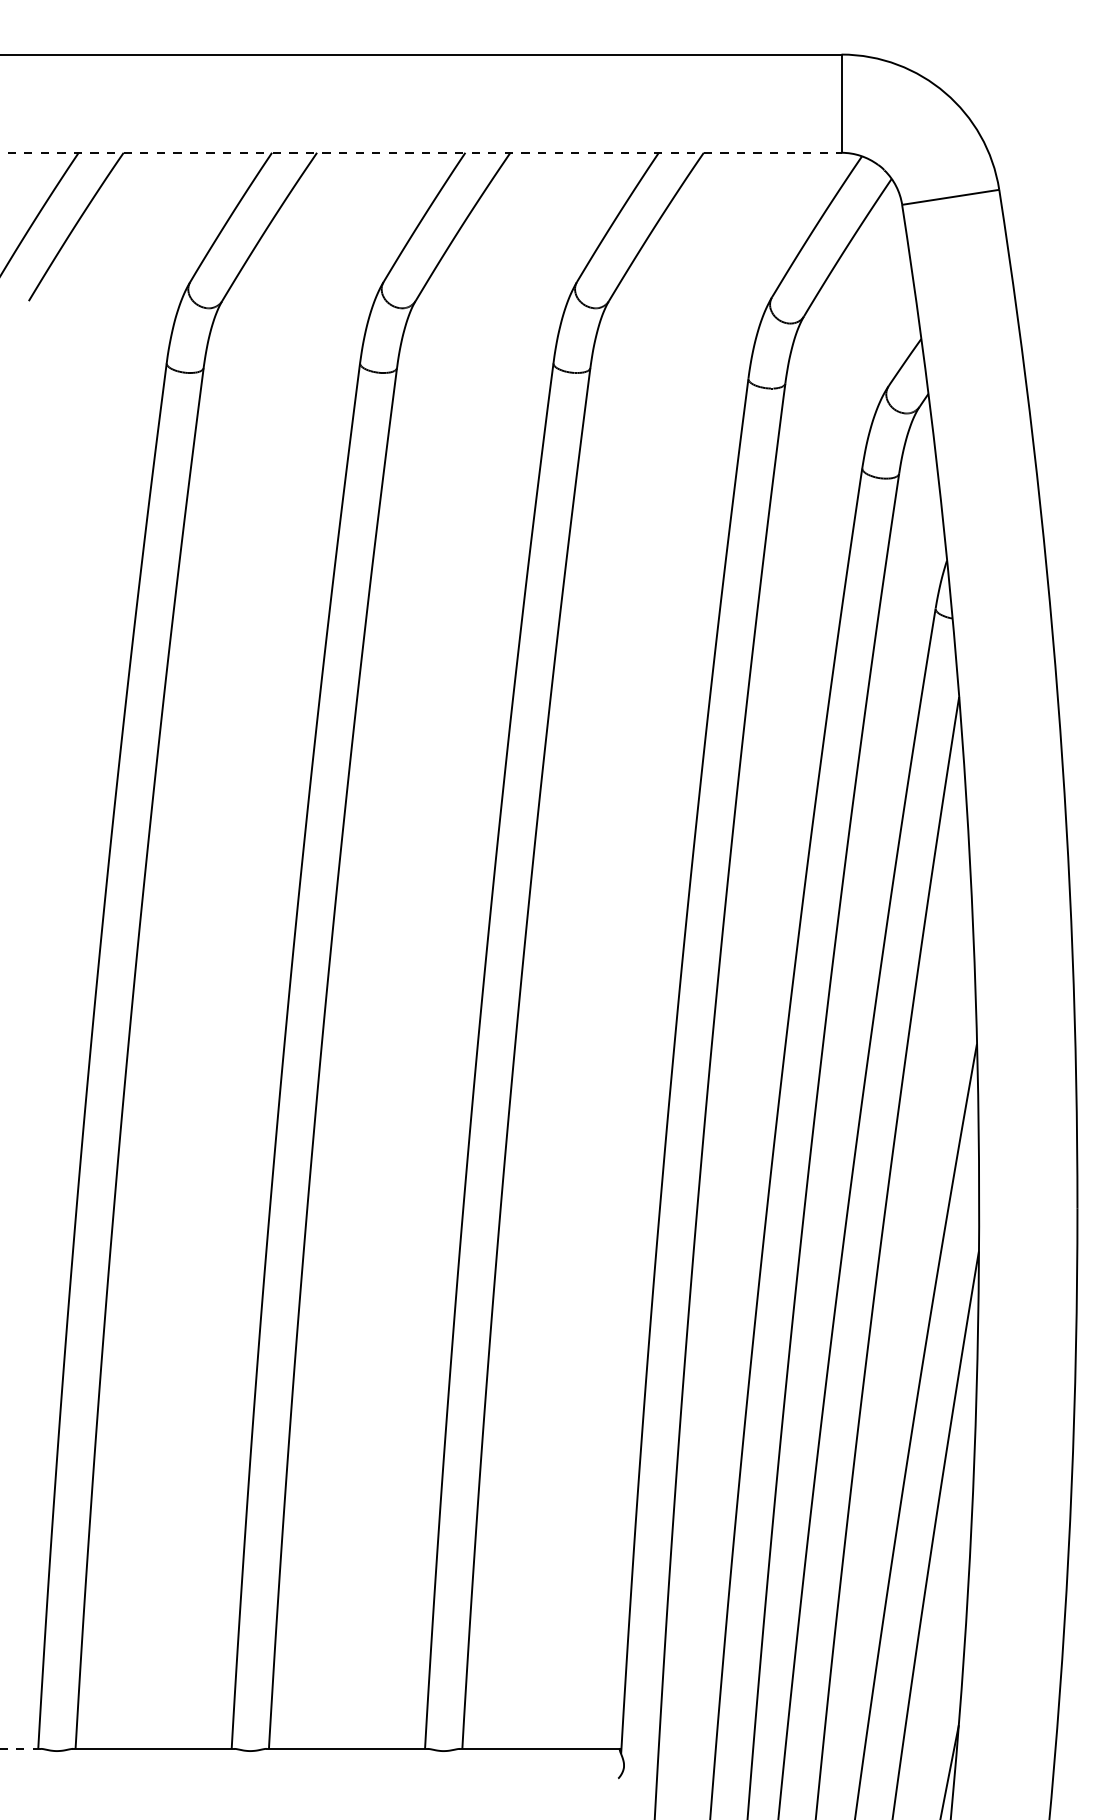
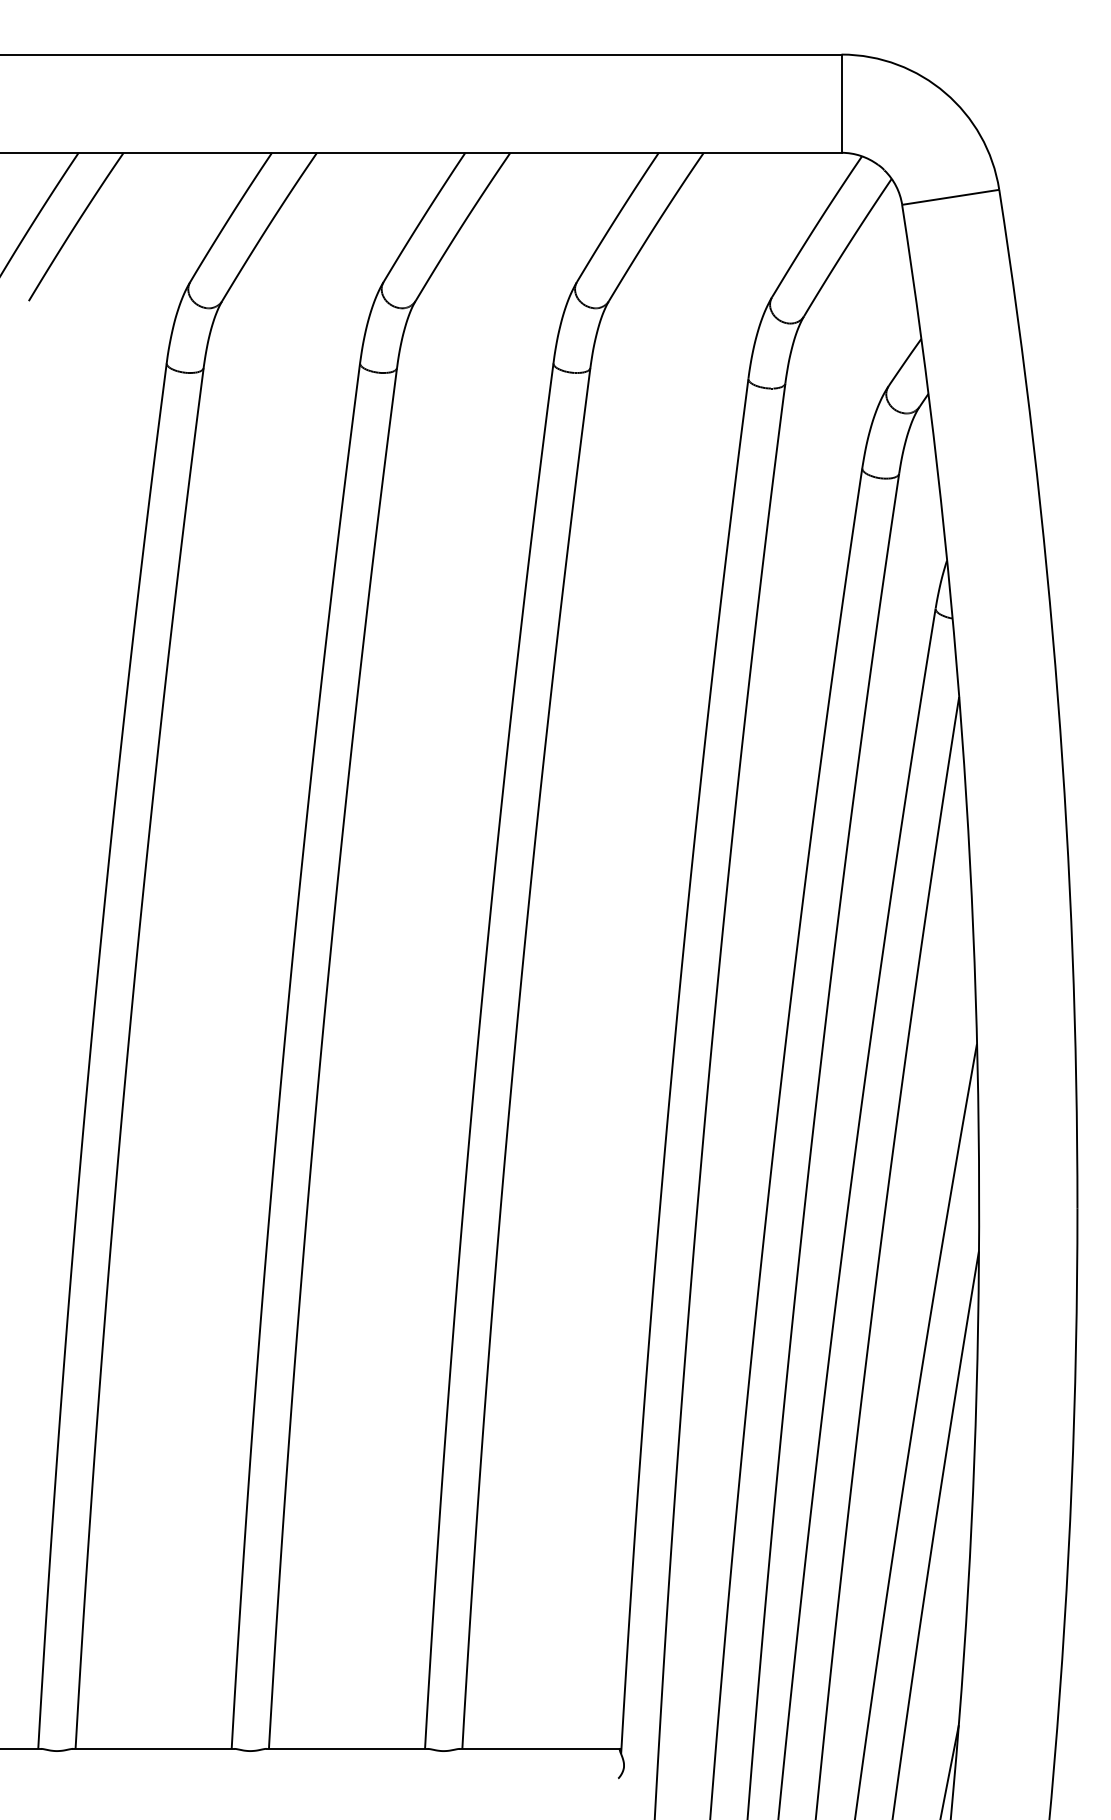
line at (421, 152): dashed -> solid
line at (20, 1748): dashed -> solid
